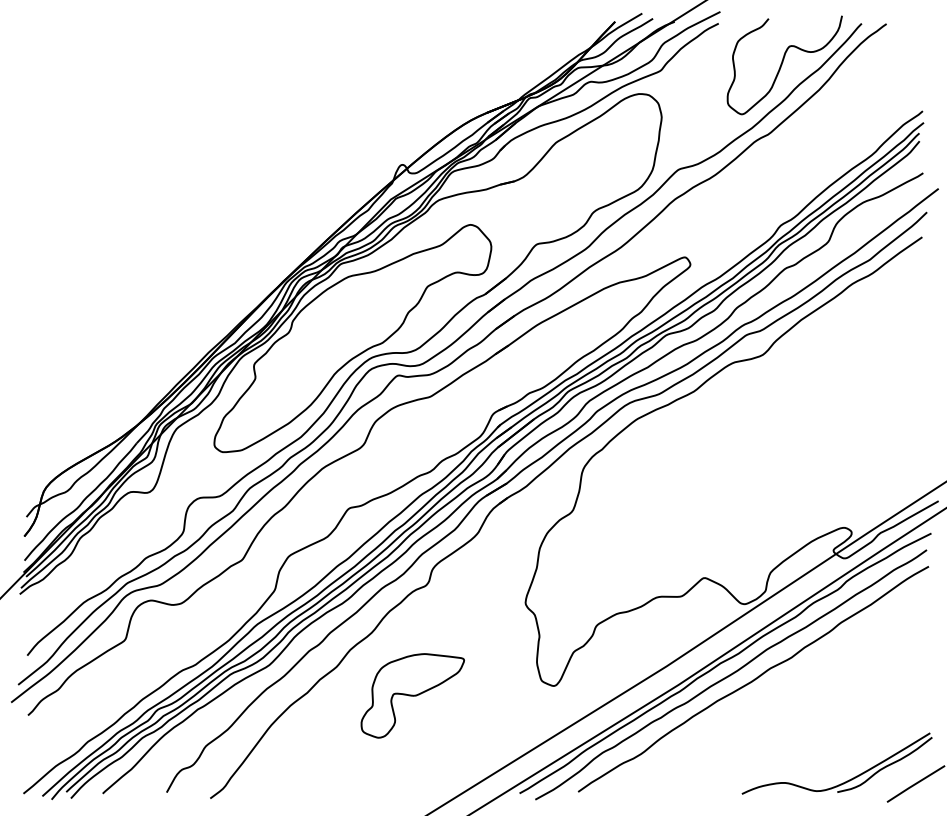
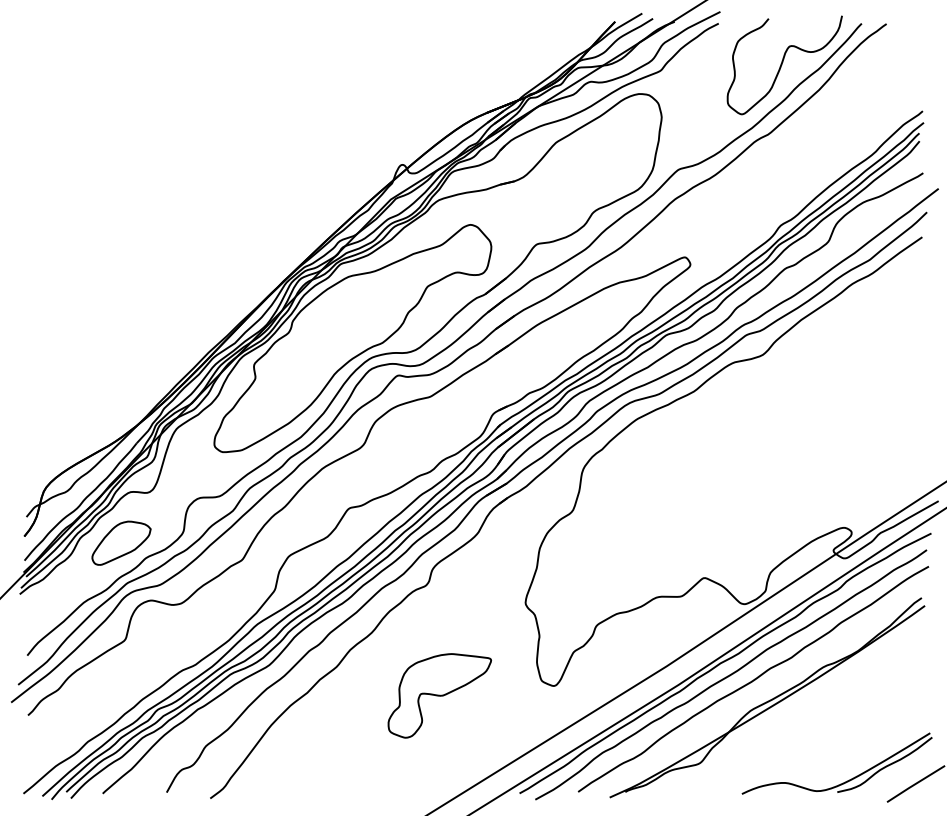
part at (121, 542): none -> present
part at (412, 695) position: (412, 695) -> (439, 695)
part at (767, 697): none -> present
